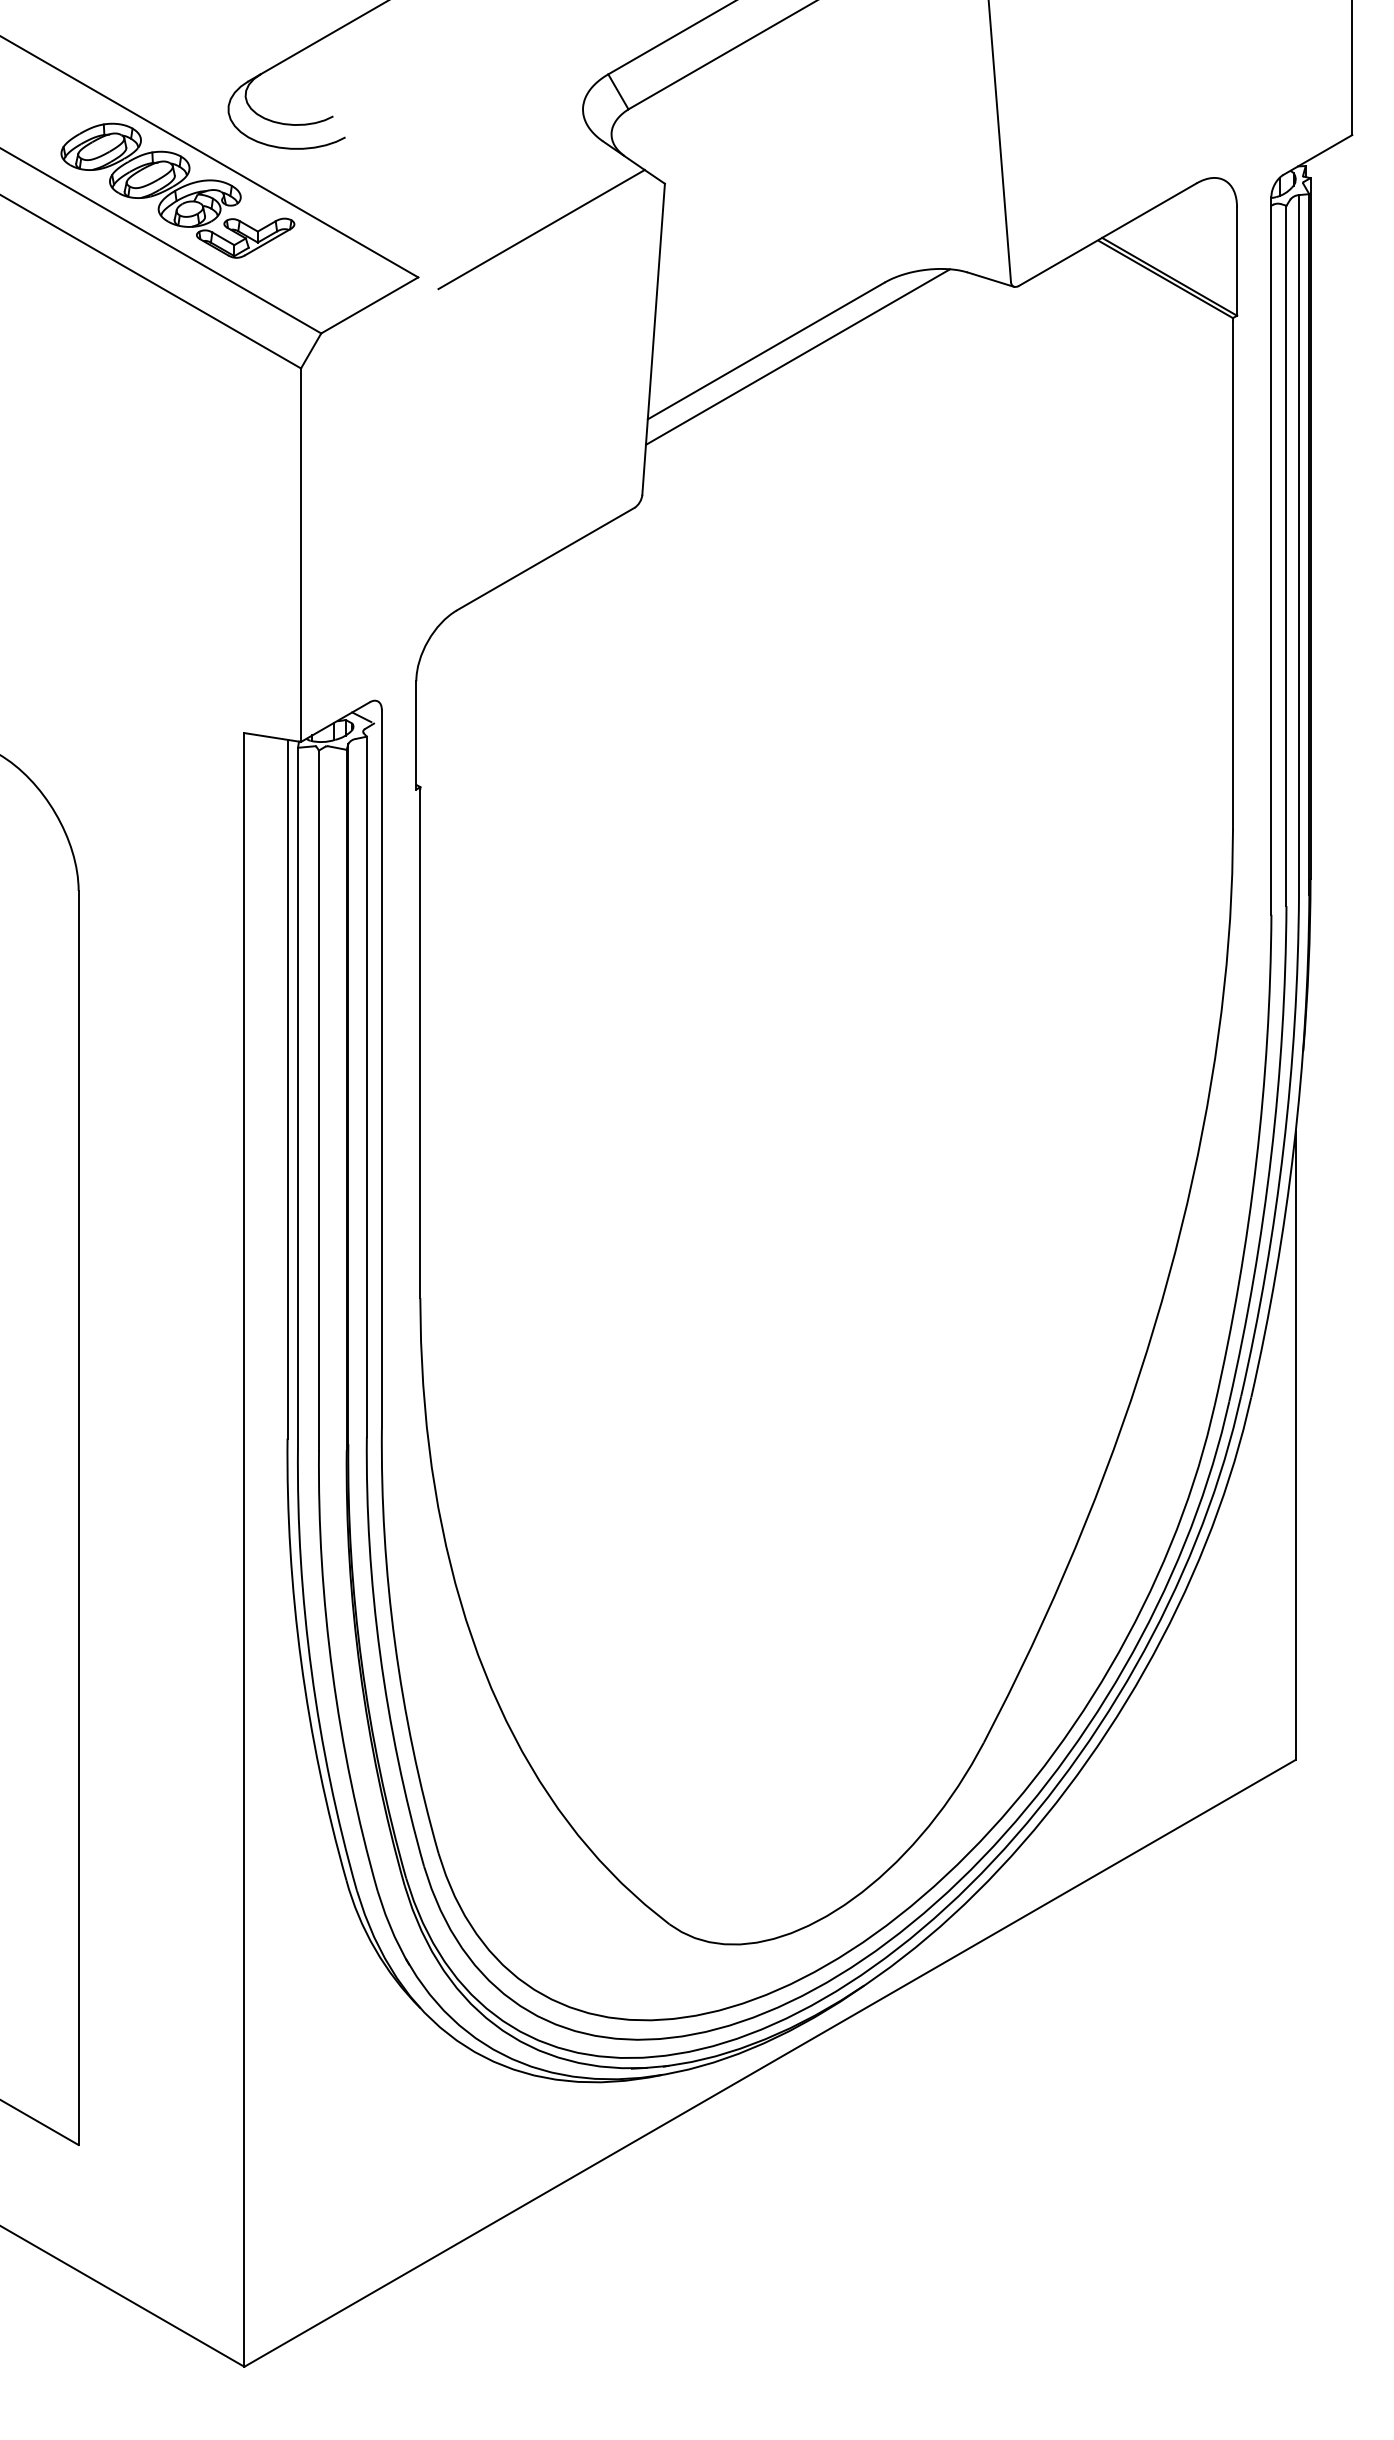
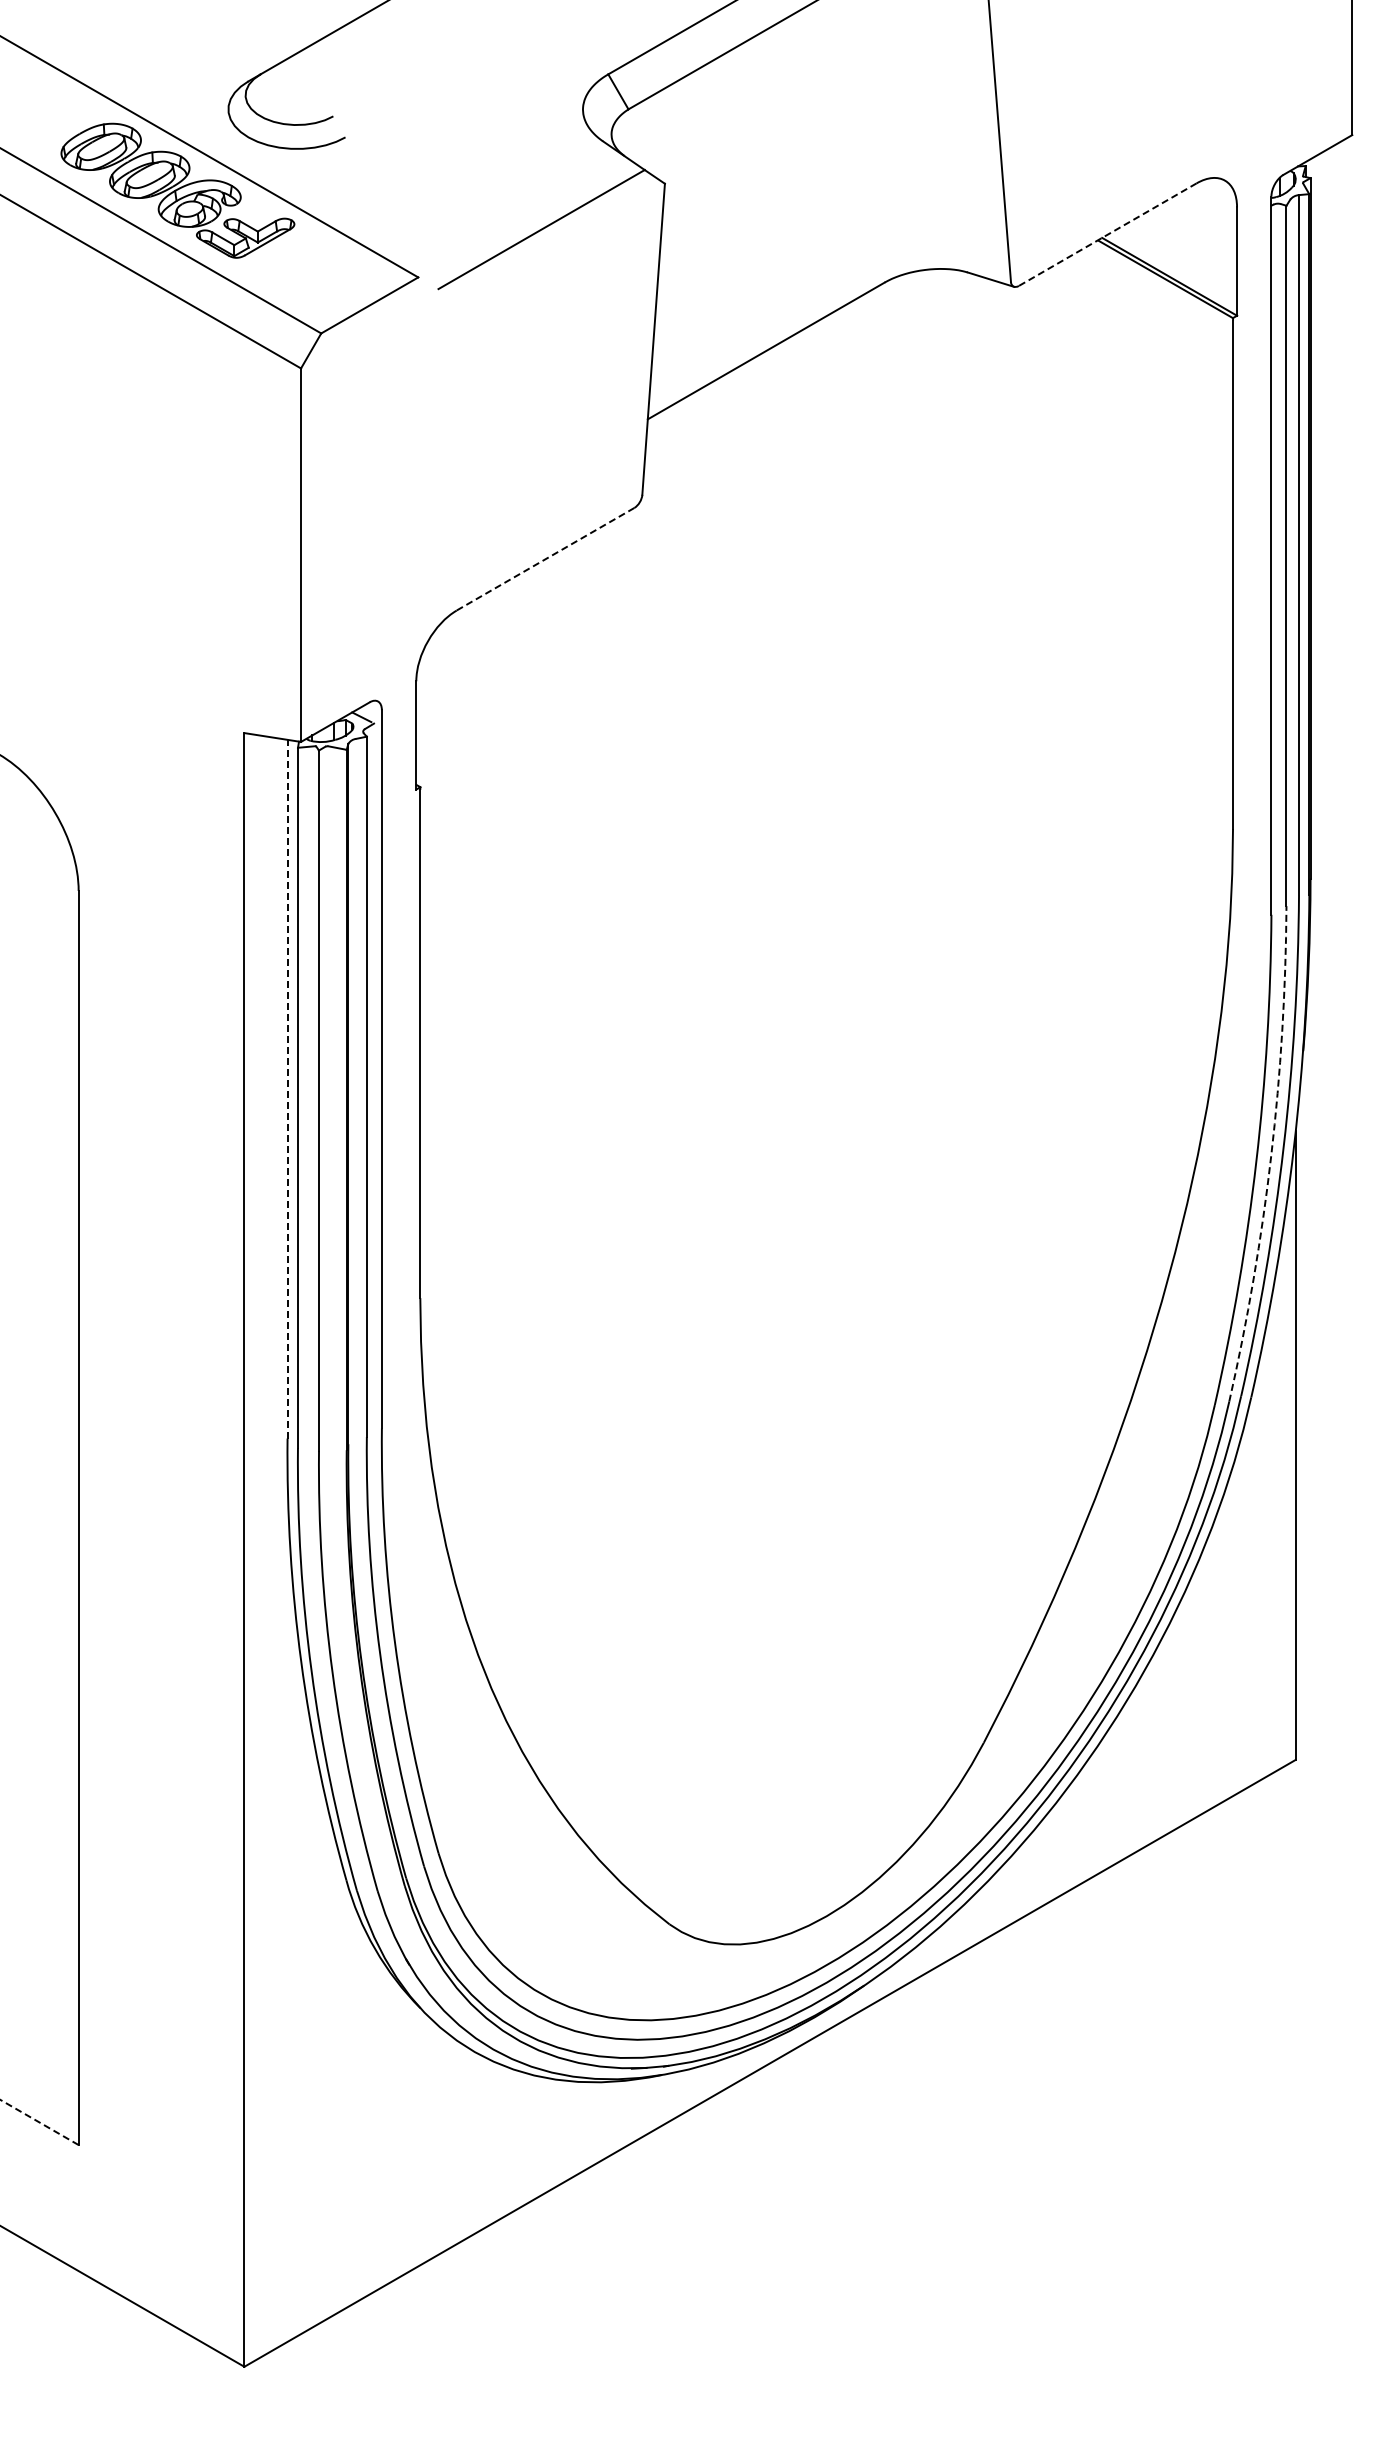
line at (1107, 234): solid -> dashed
line at (797, 356): present -> none
line at (545, 559): solid -> dashed
line at (287, 1088): solid -> dashed
arc at (1271, 1155): solid -> dashed
line at (39, 2122): solid -> dashed
